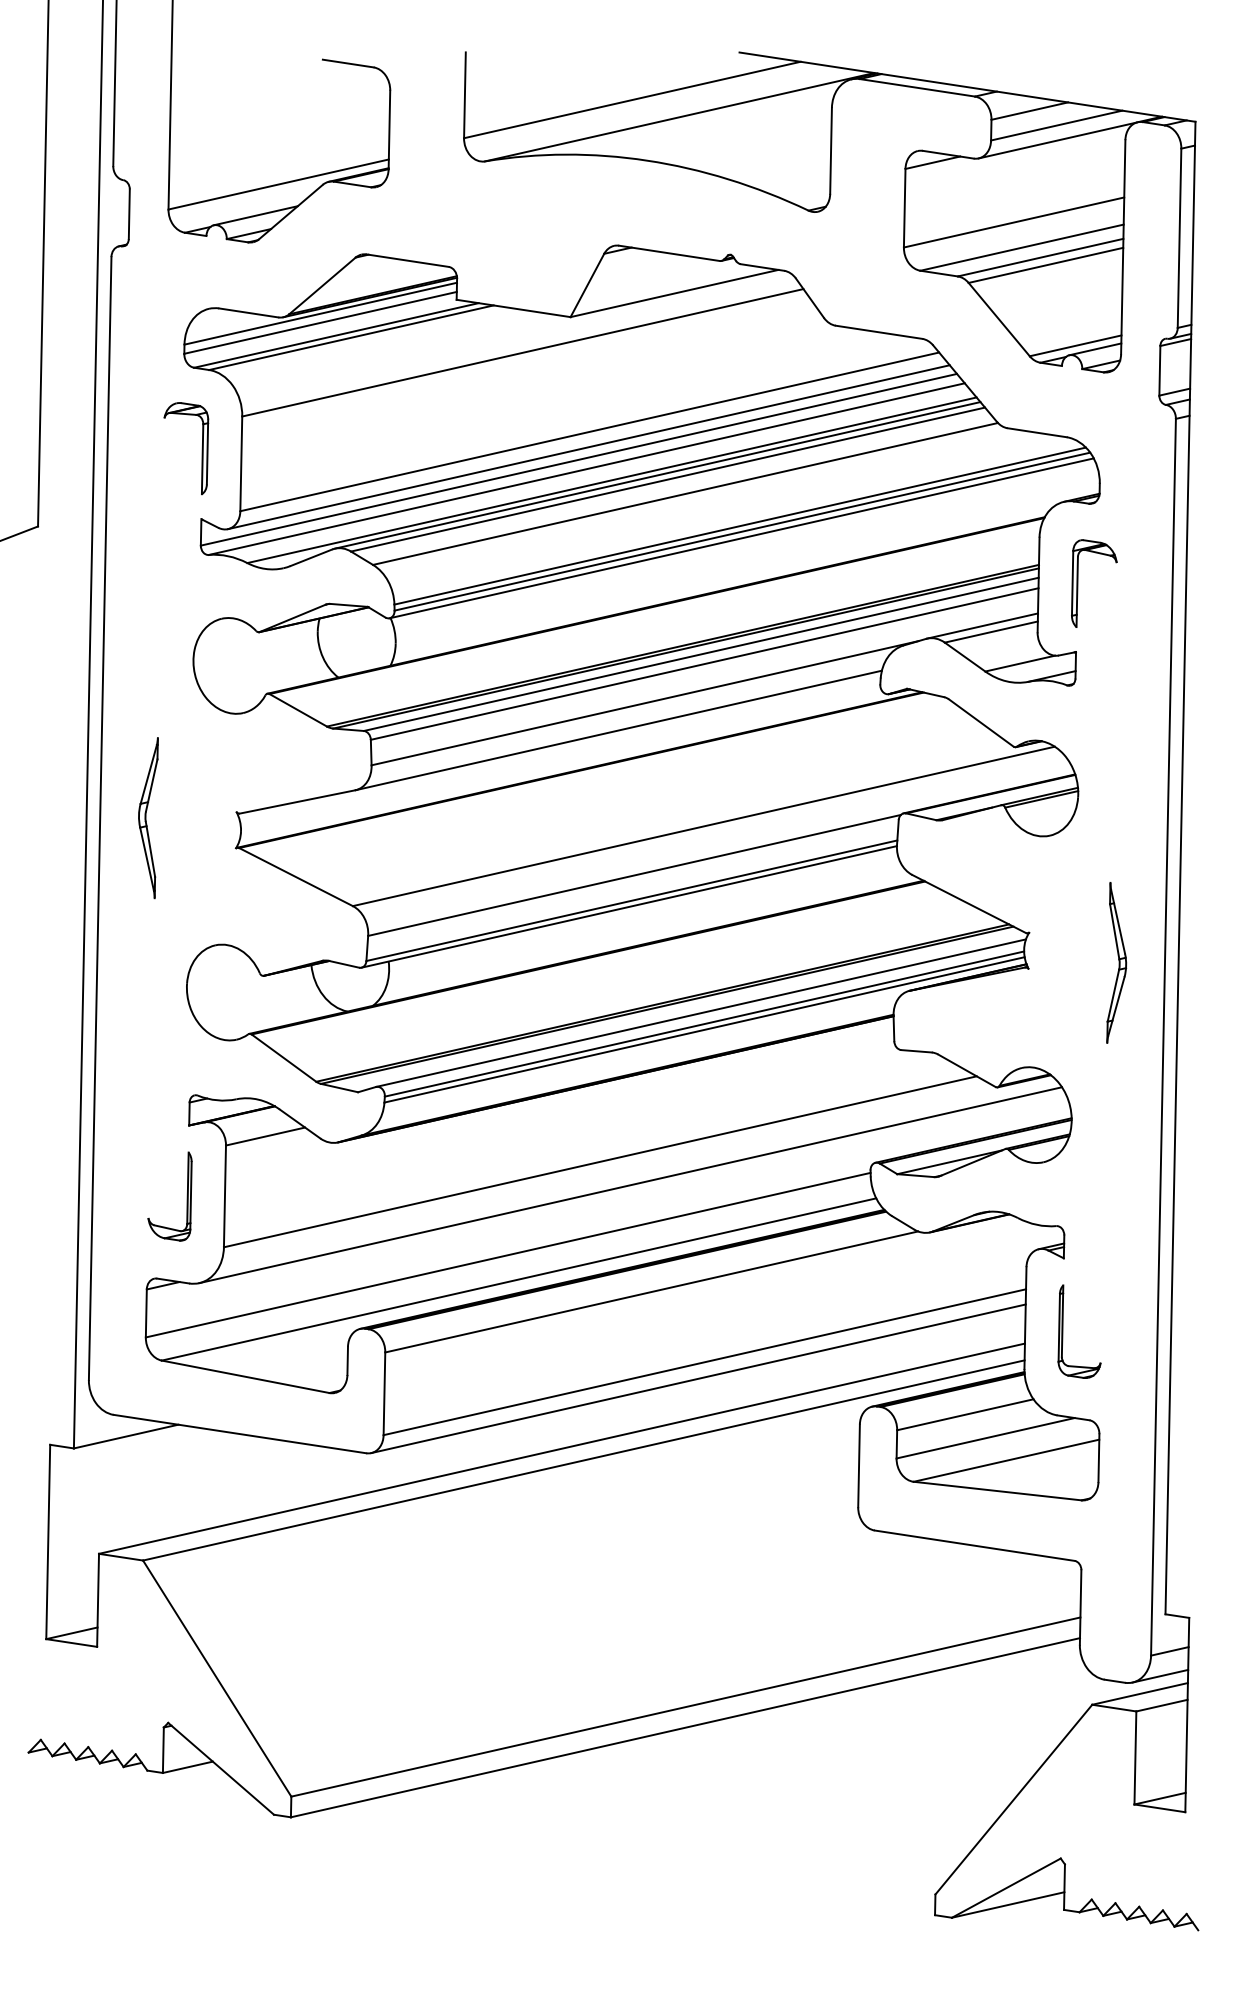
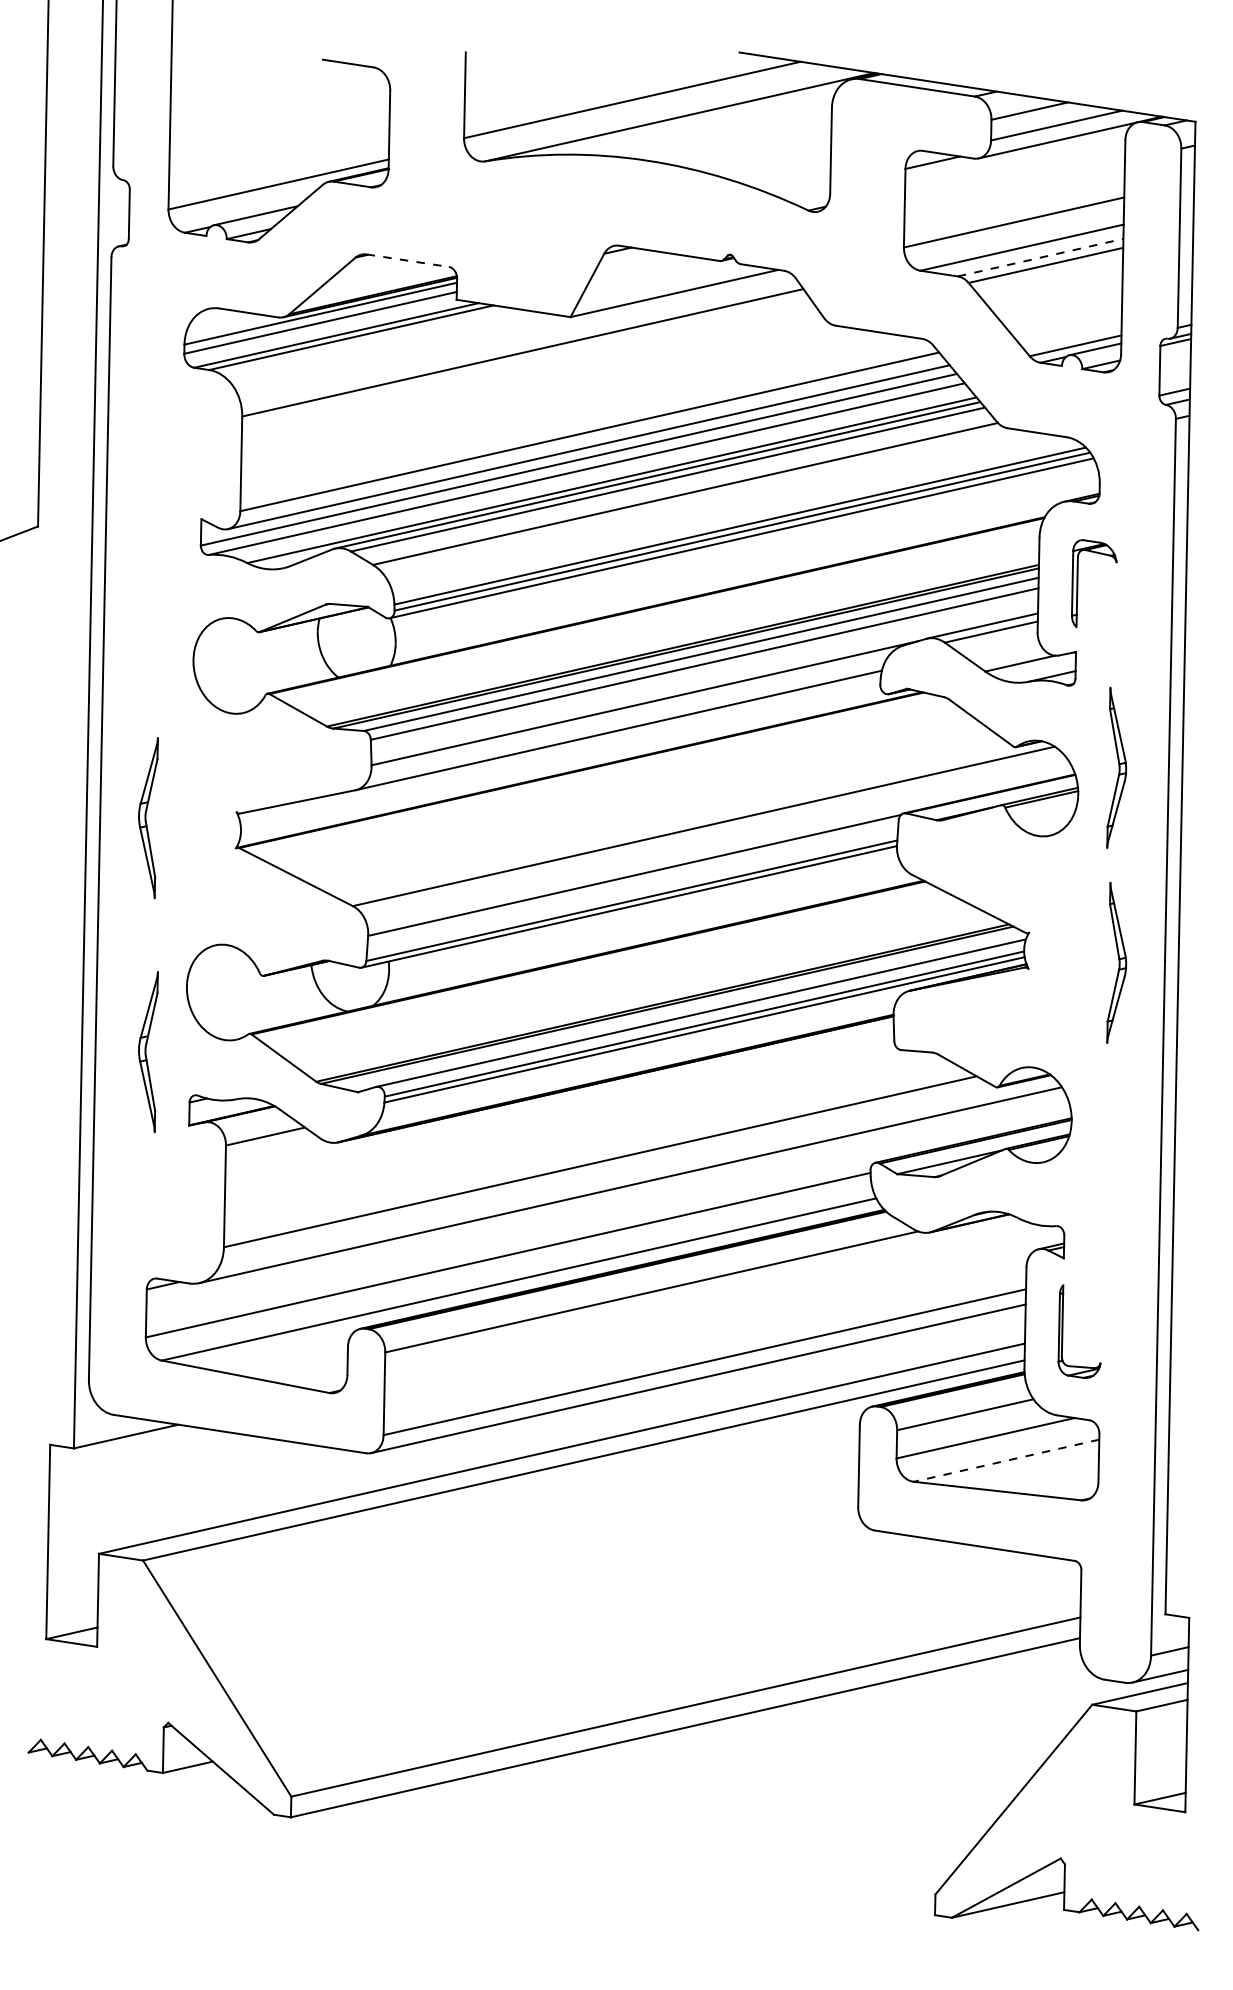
line at (1040, 257): solid -> dashed
line at (407, 260): solid -> dashed
part at (201, 448): present -> none
part at (1116, 767): none -> present
part at (148, 1052): none -> present
part at (186, 1196): present -> none
line at (1006, 1460): solid -> dashed
